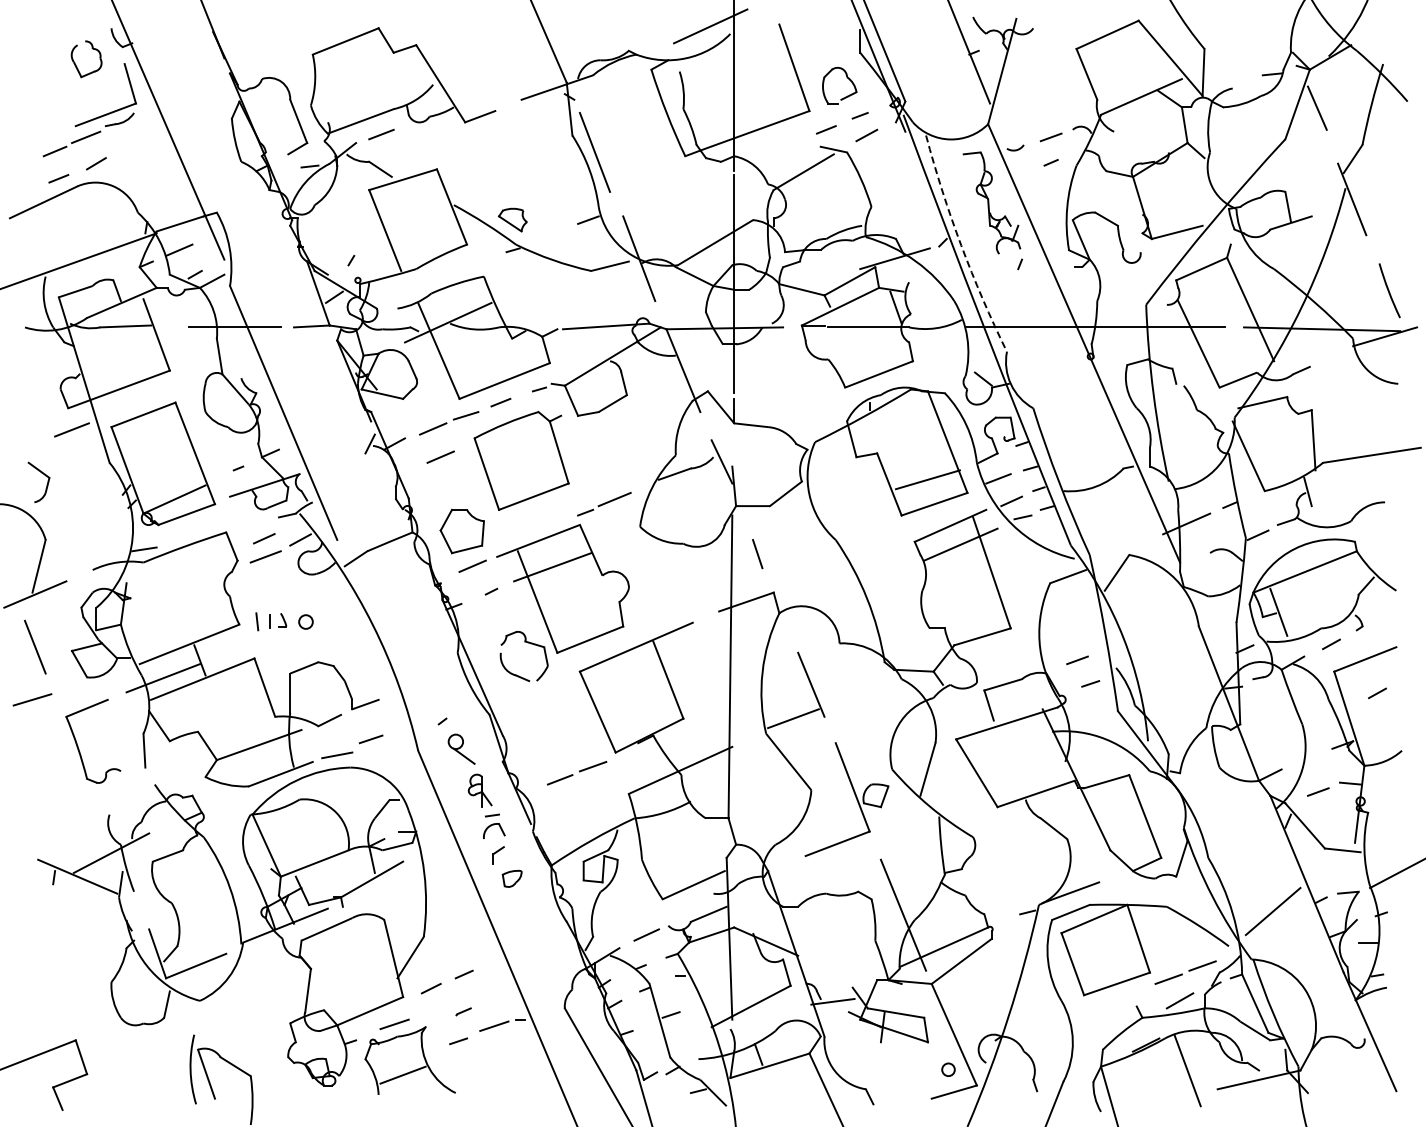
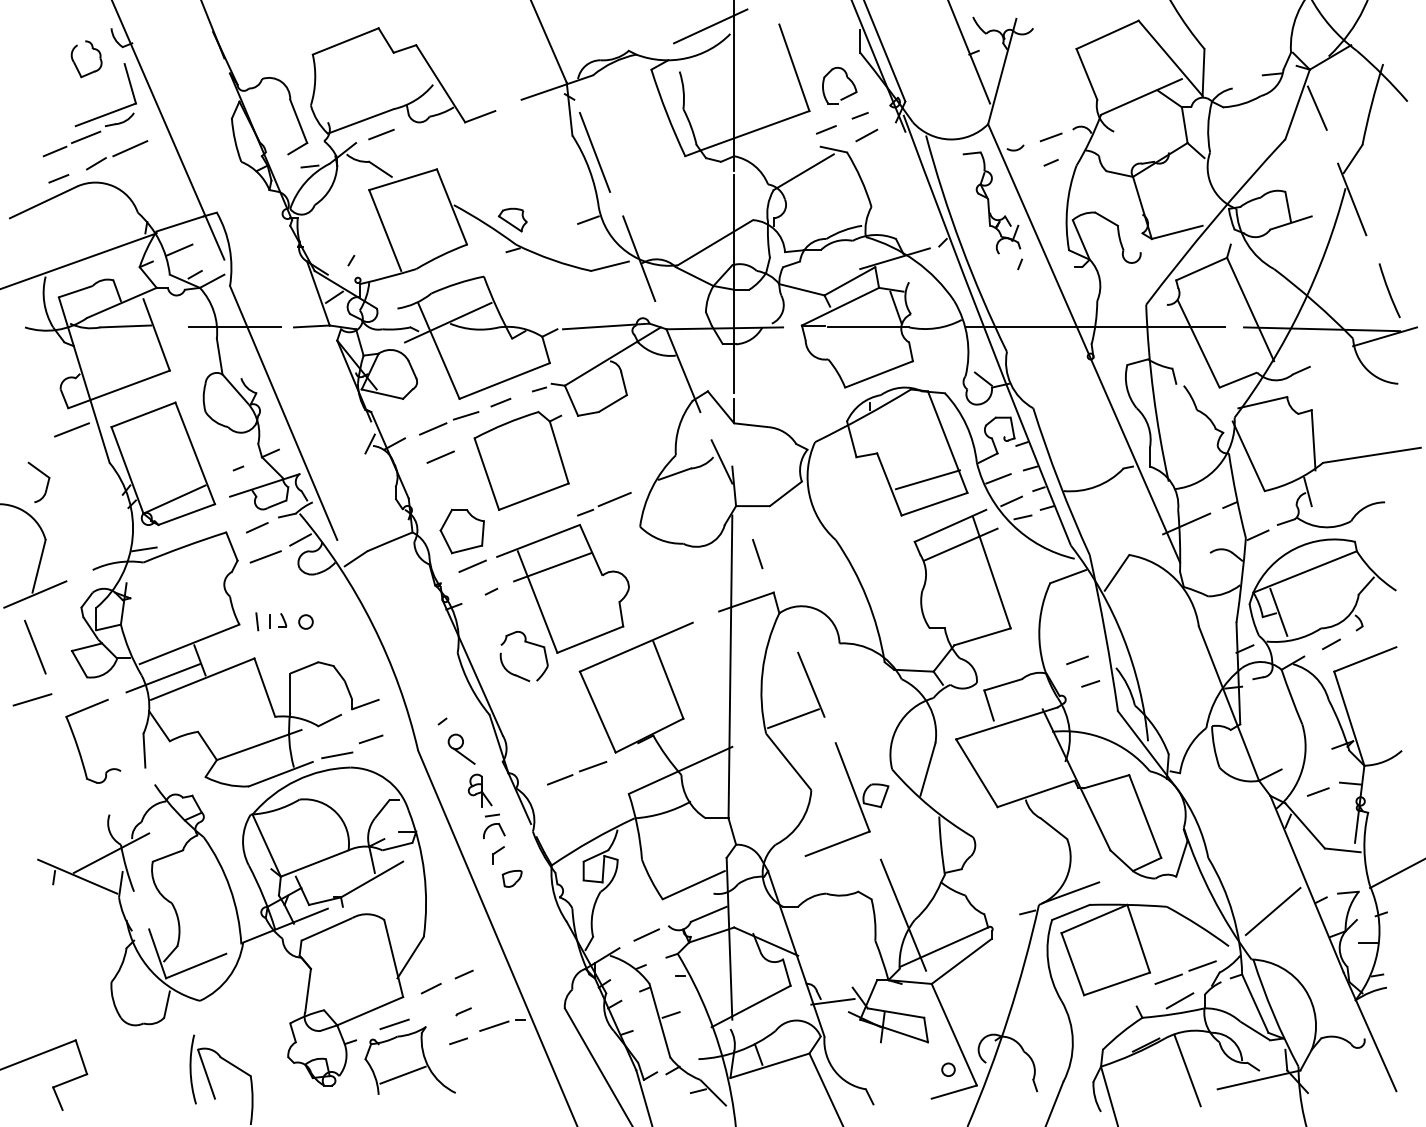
line at (130, 148): none -> present
arc at (961, 245): dashed -> solid
line at (264, 538) position: (264, 538) -> (257, 527)
line at (1377, 693): present -> none
